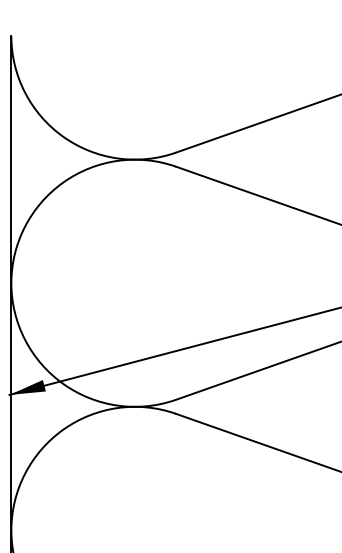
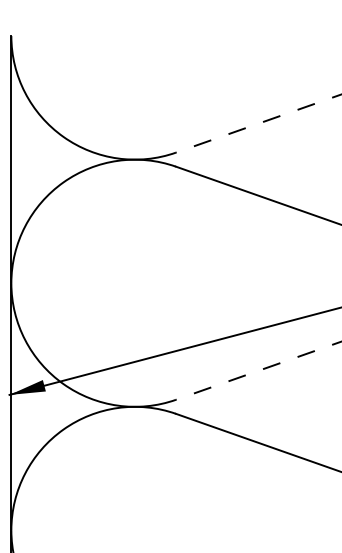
line at (258, 123): solid -> dashed
line at (258, 370): solid -> dashed
